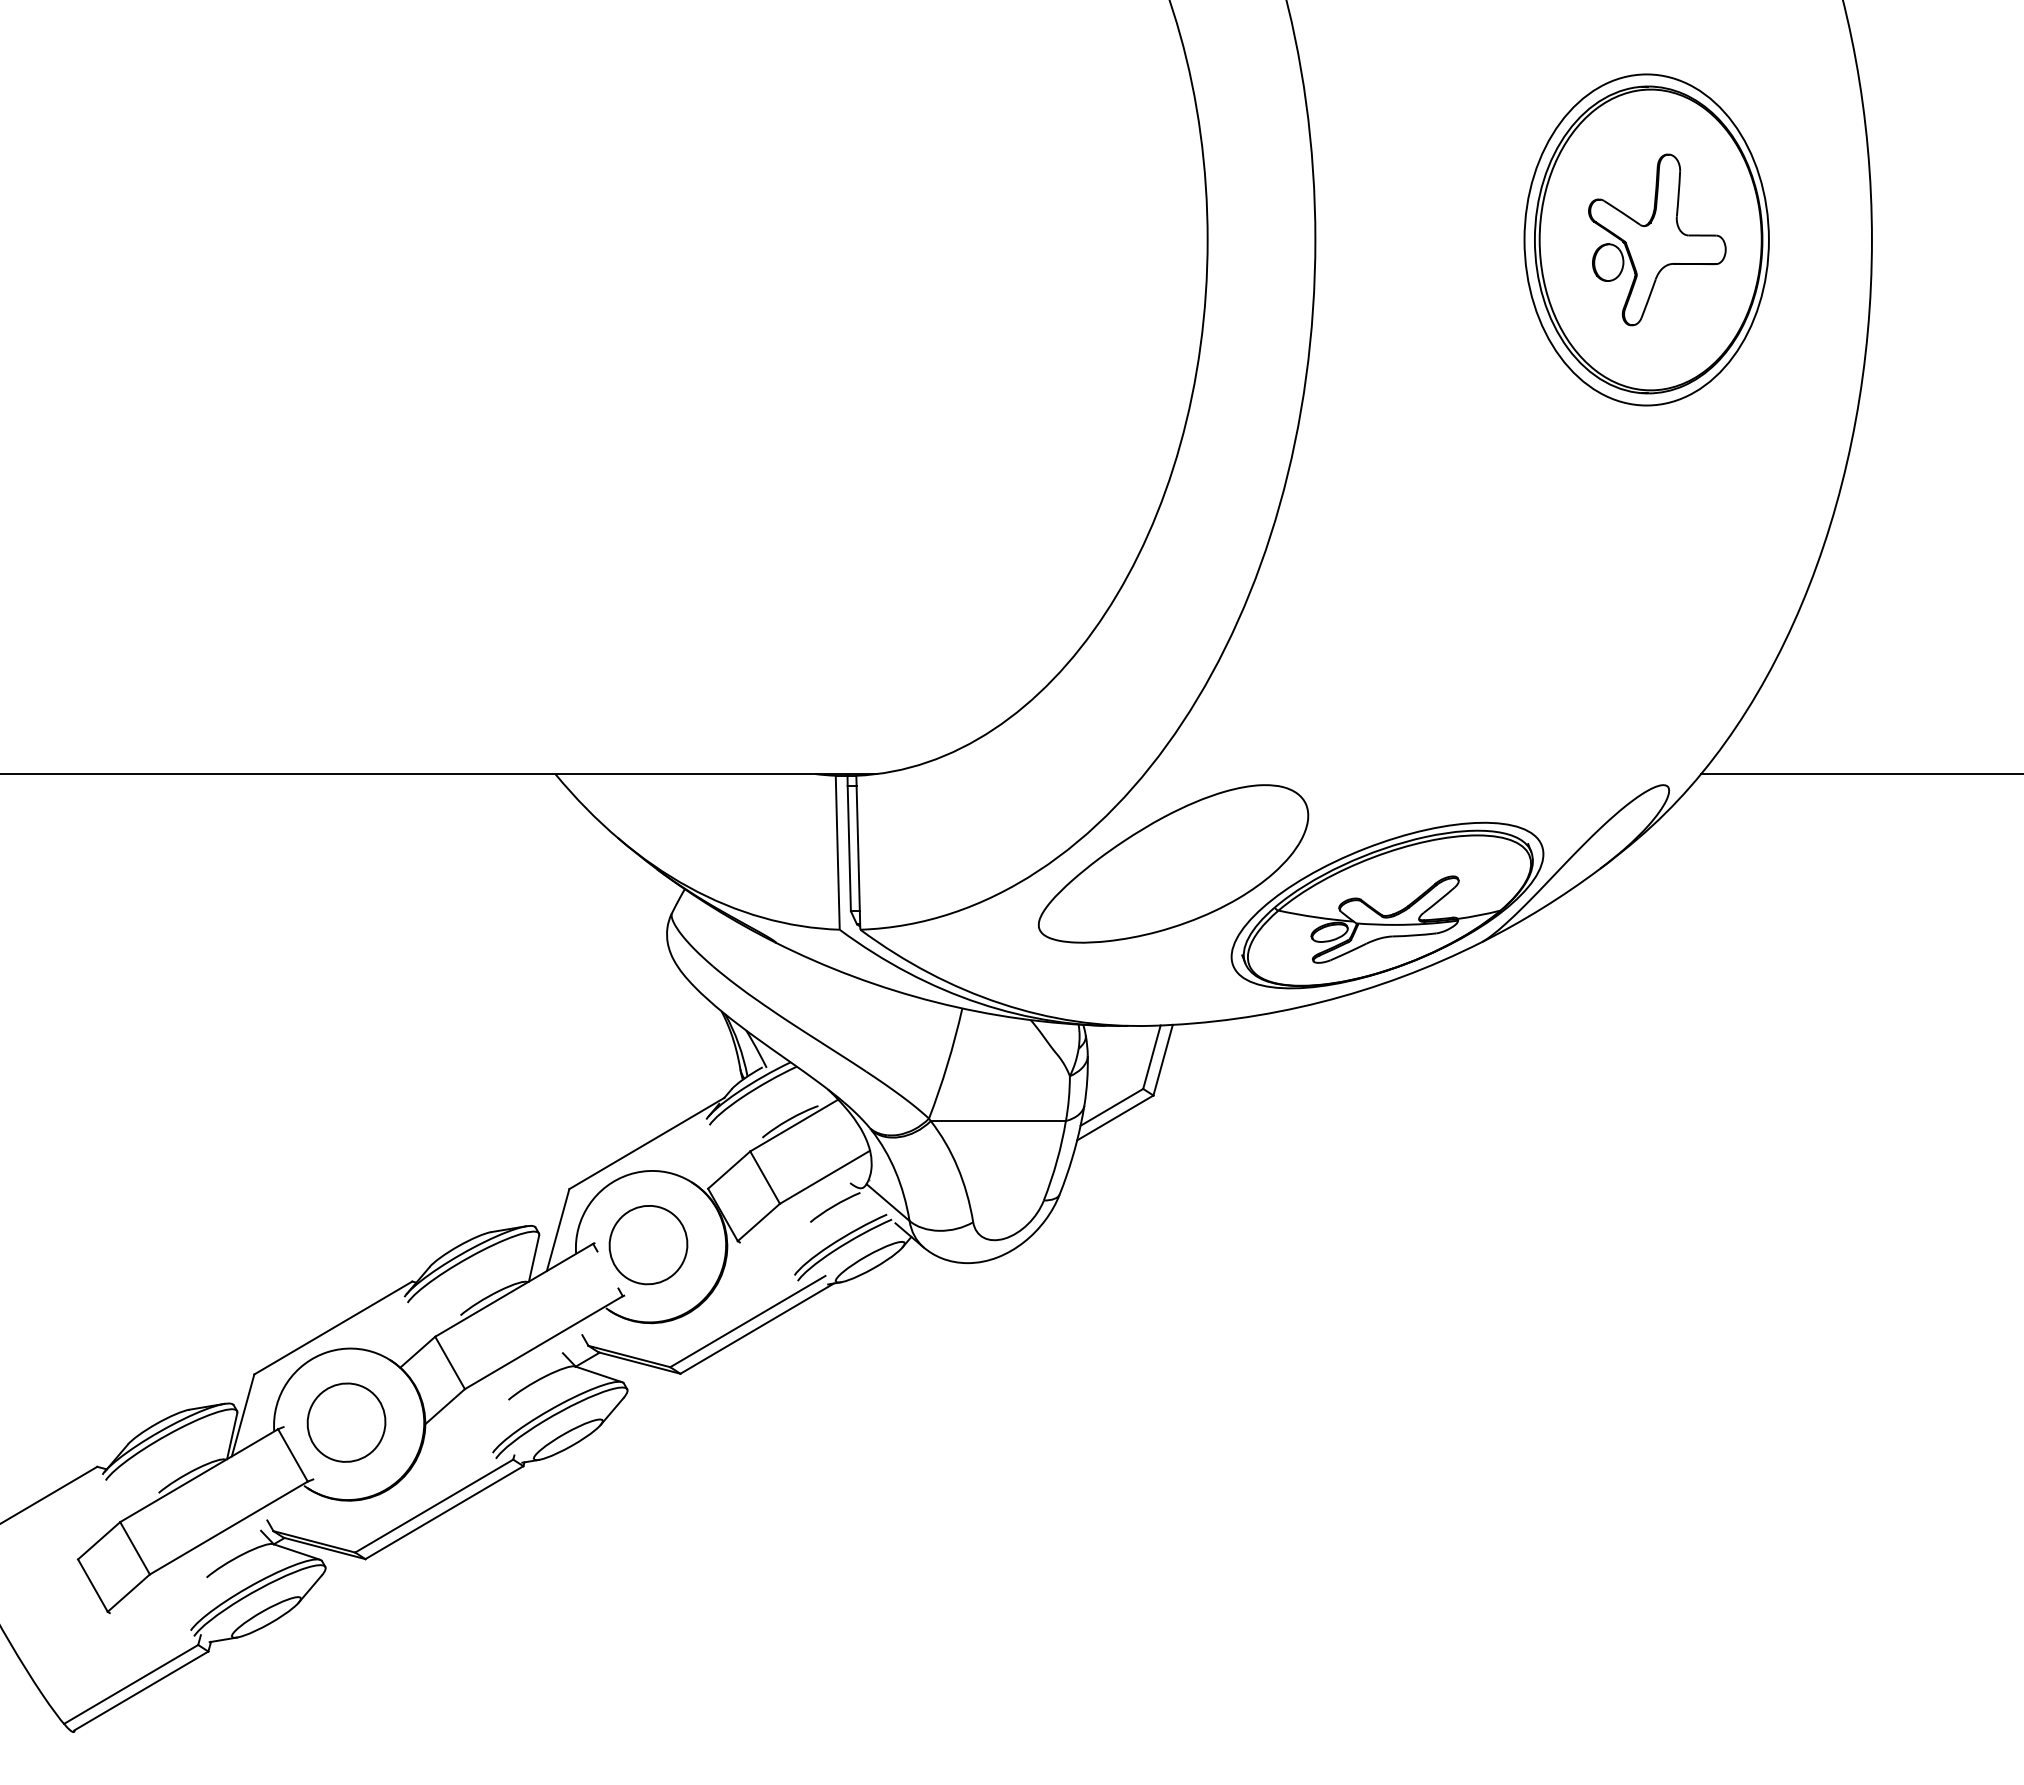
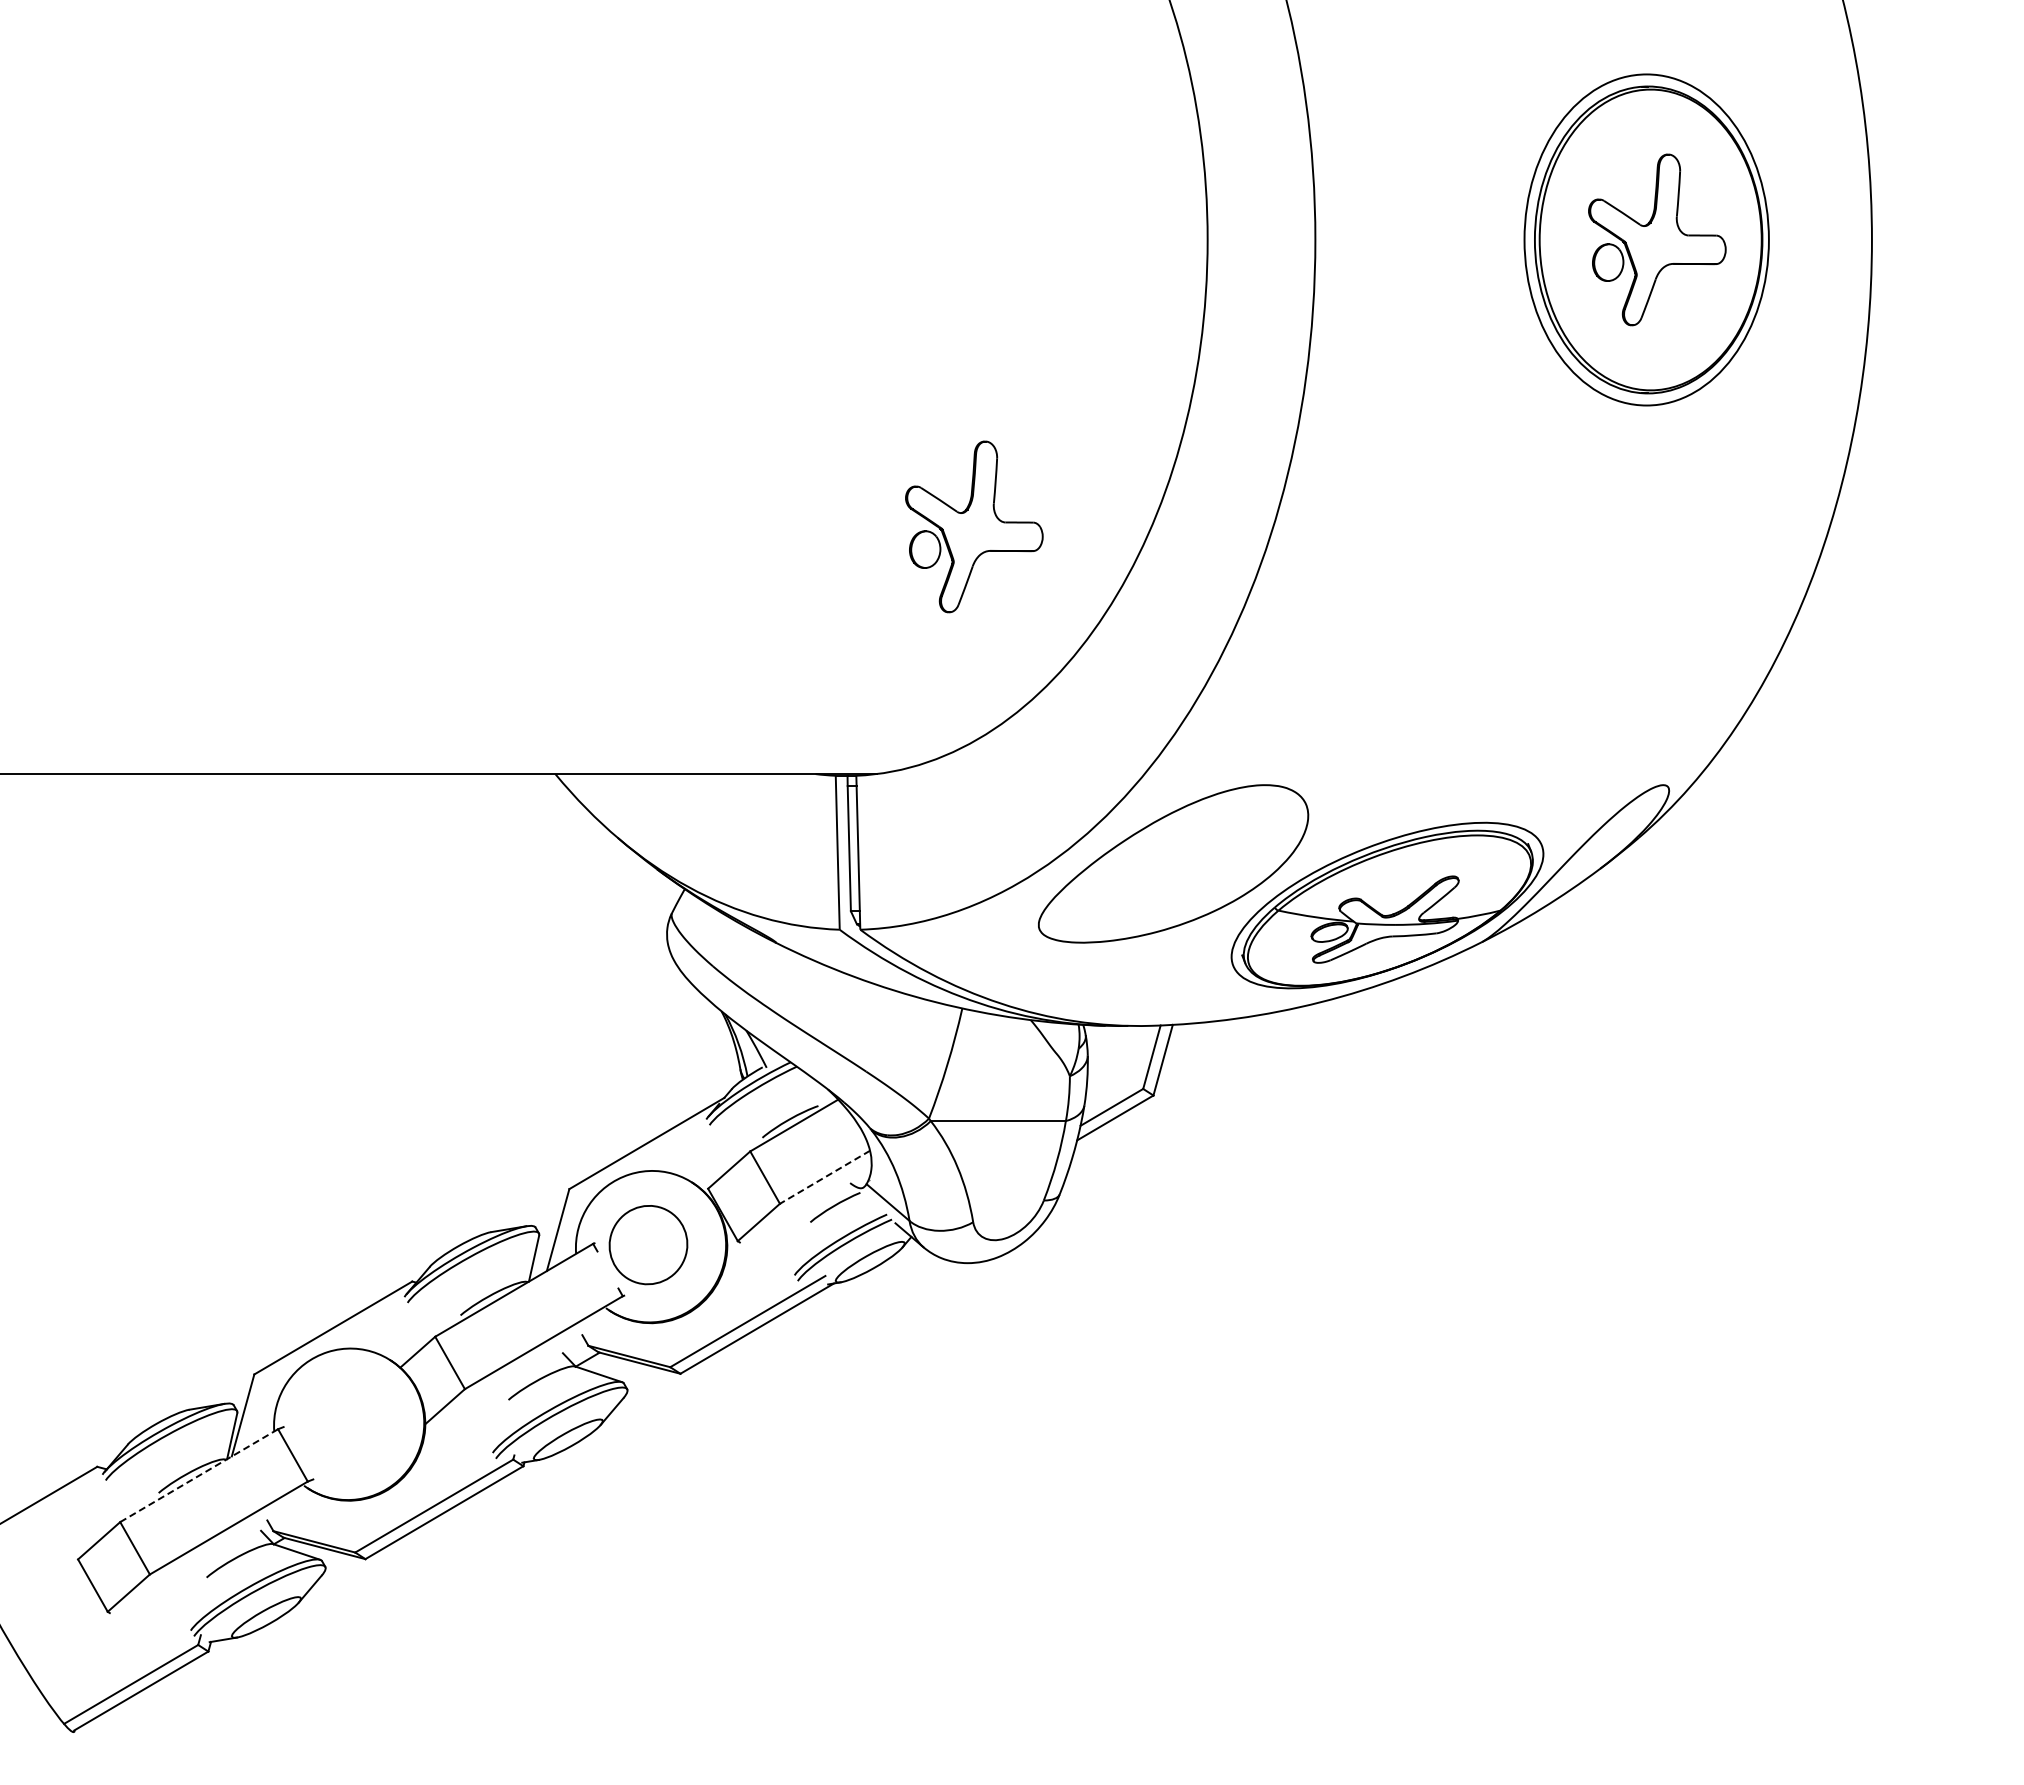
part at (974, 526): none -> present
line at (1860, 774): present -> none
line at (824, 1177): solid -> dashed
part at (346, 1422): present -> none
line at (199, 1475): solid -> dashed
